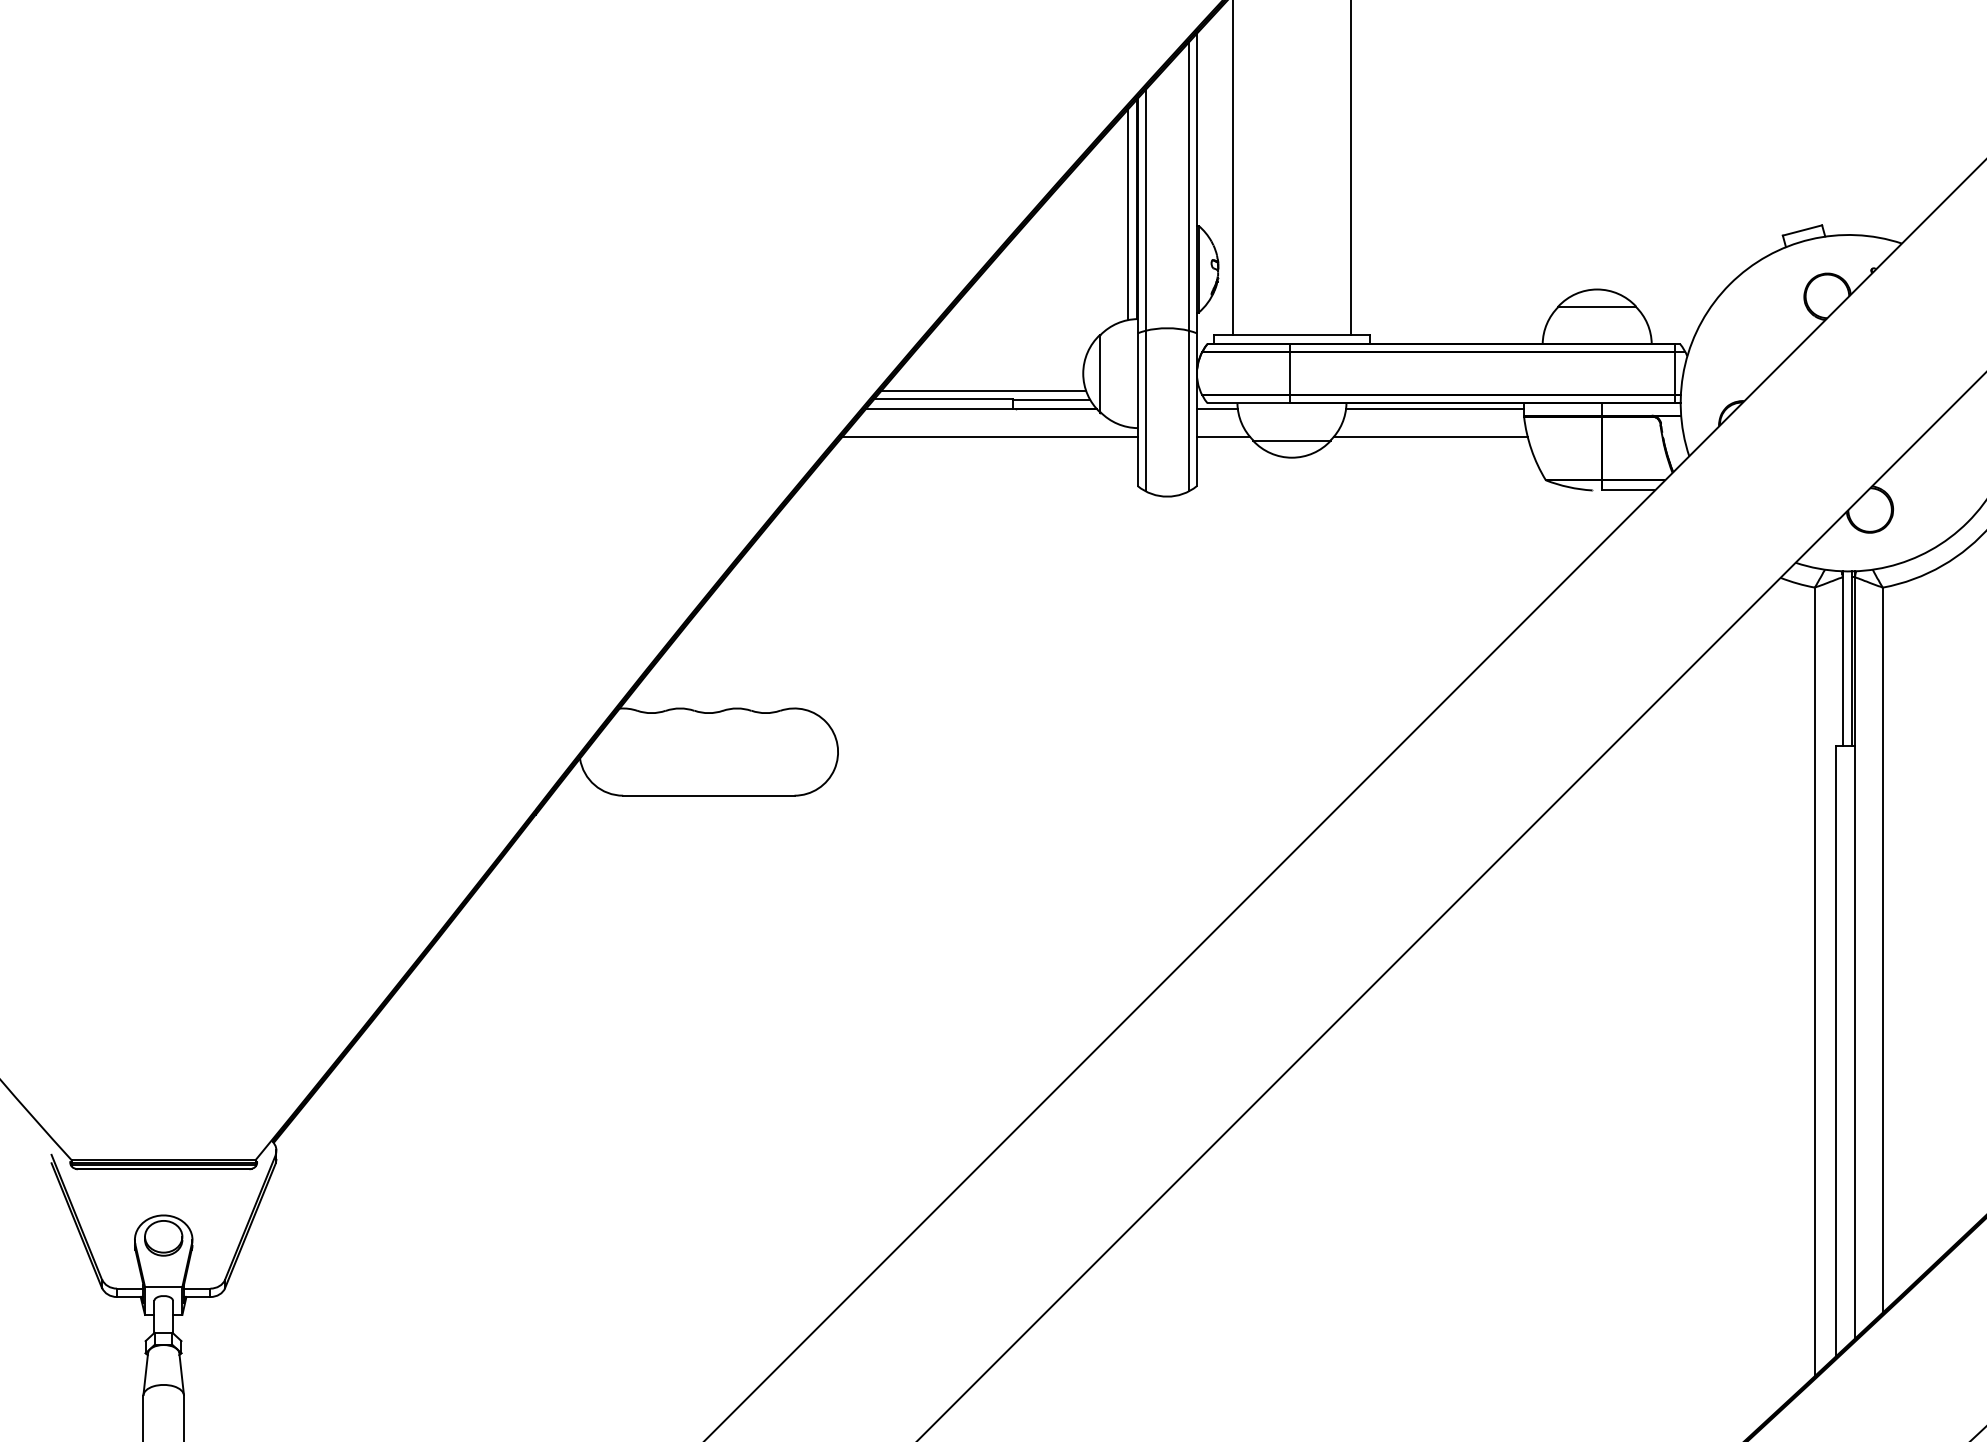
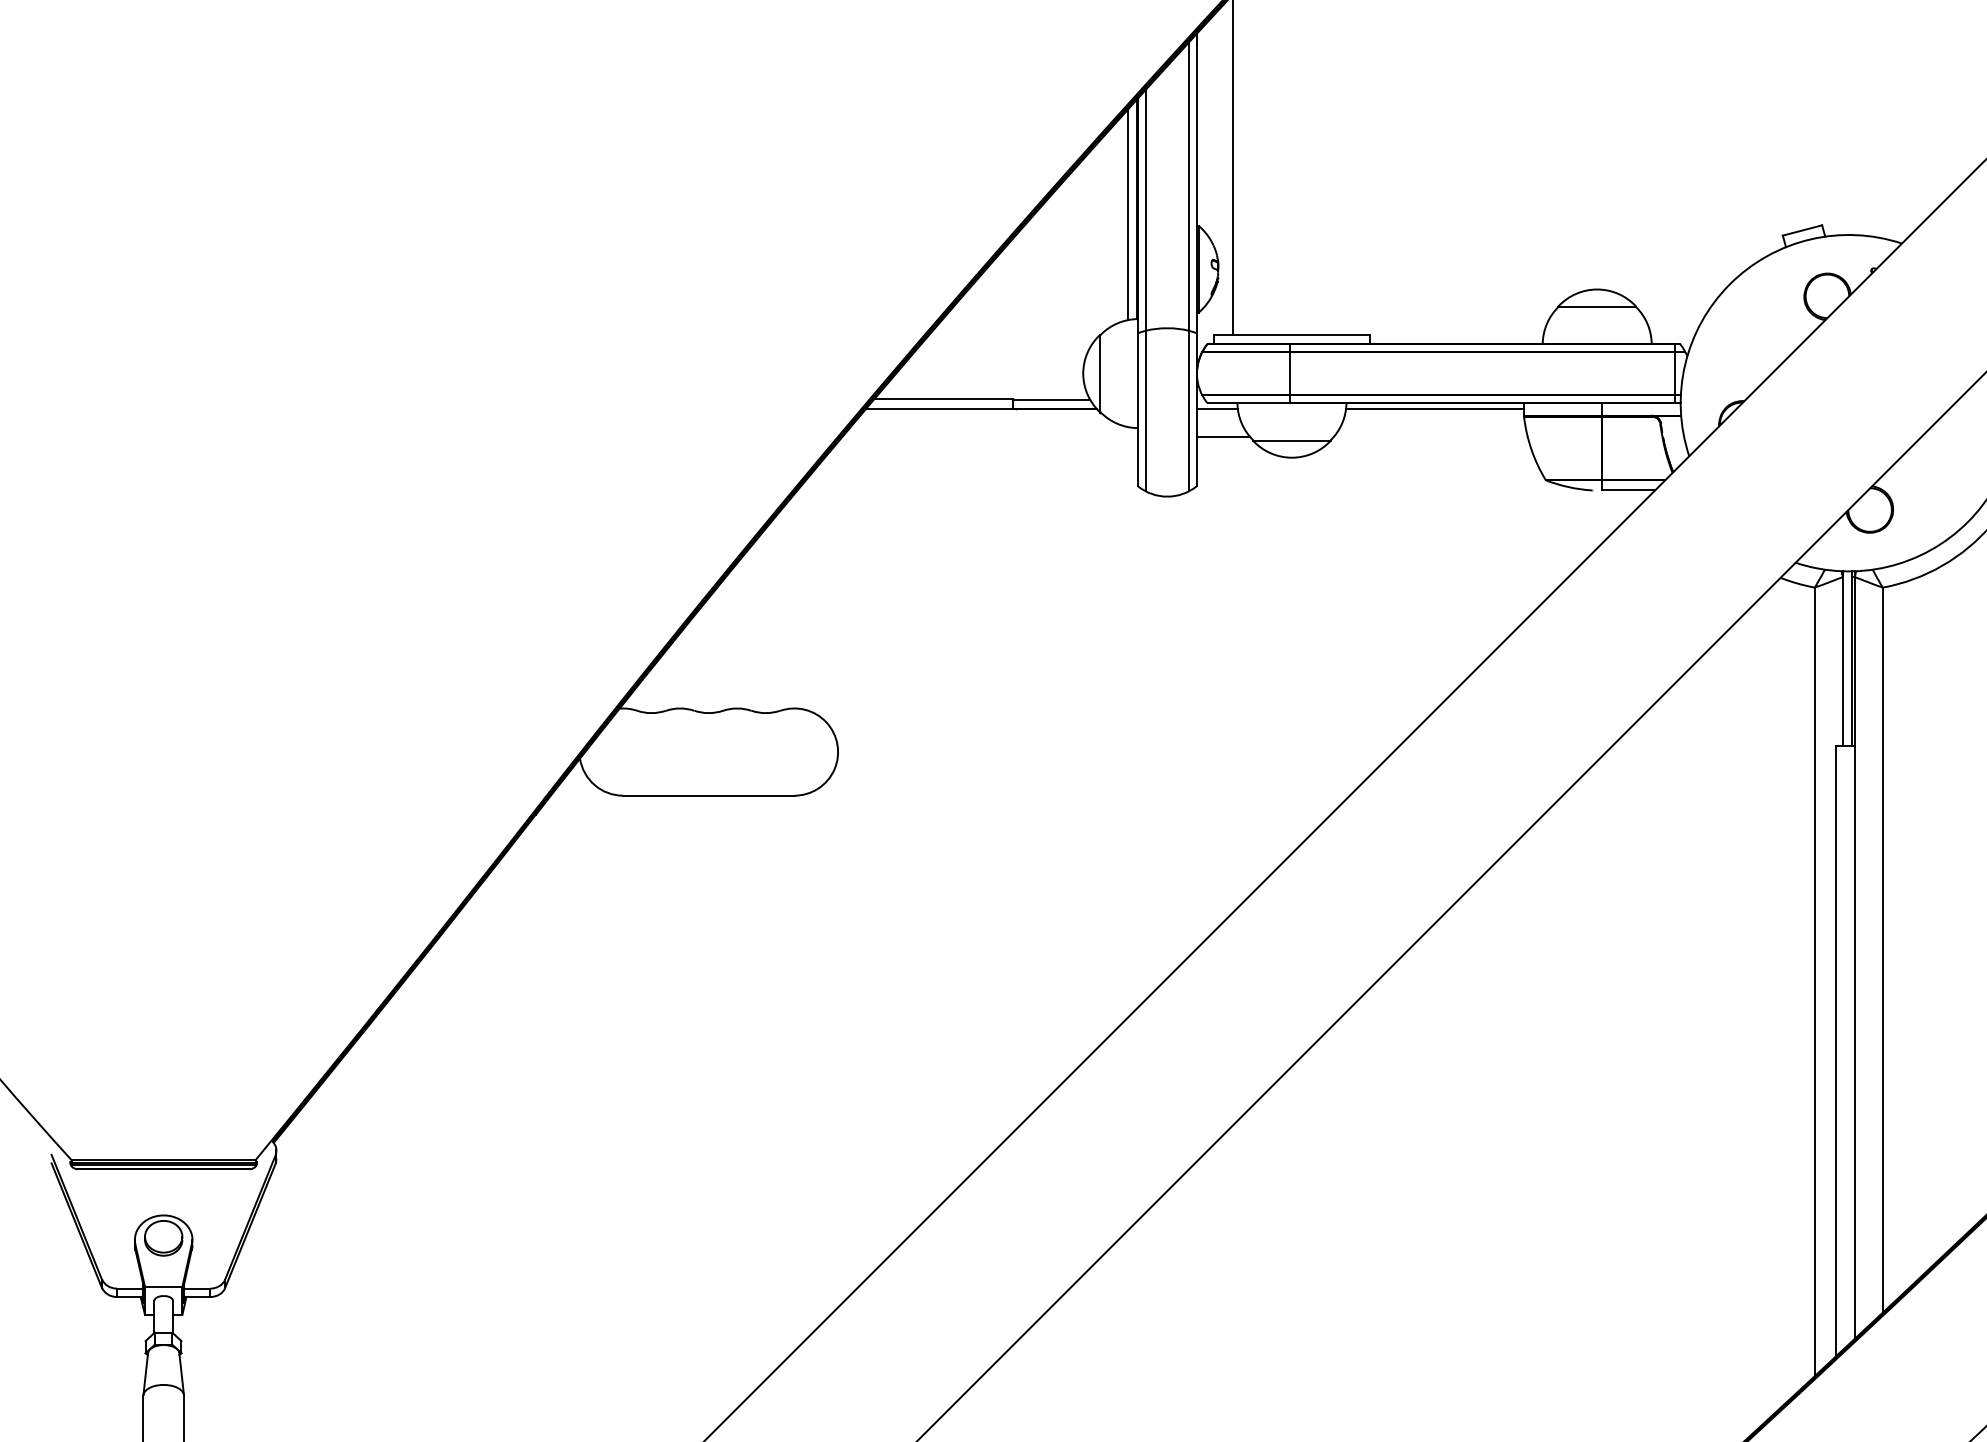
line at (1351, 168): present -> none
line at (983, 390): present -> none
line at (989, 437): present -> none
line at (1430, 437): present -> none
